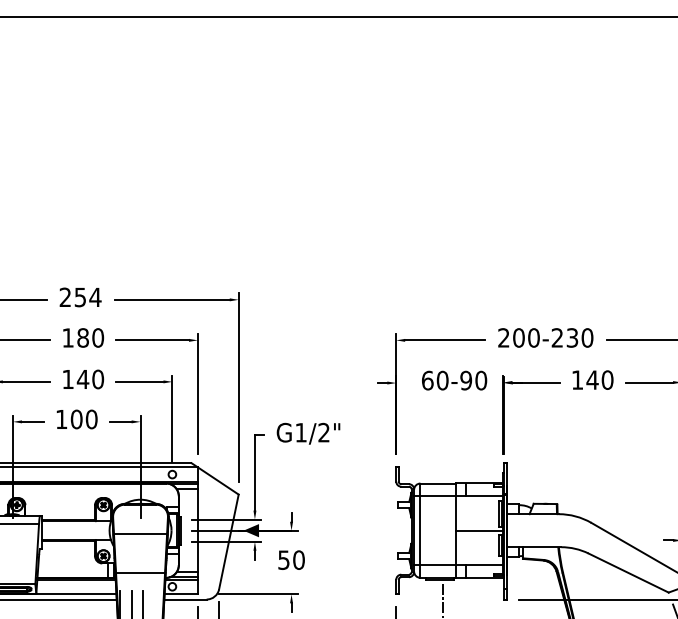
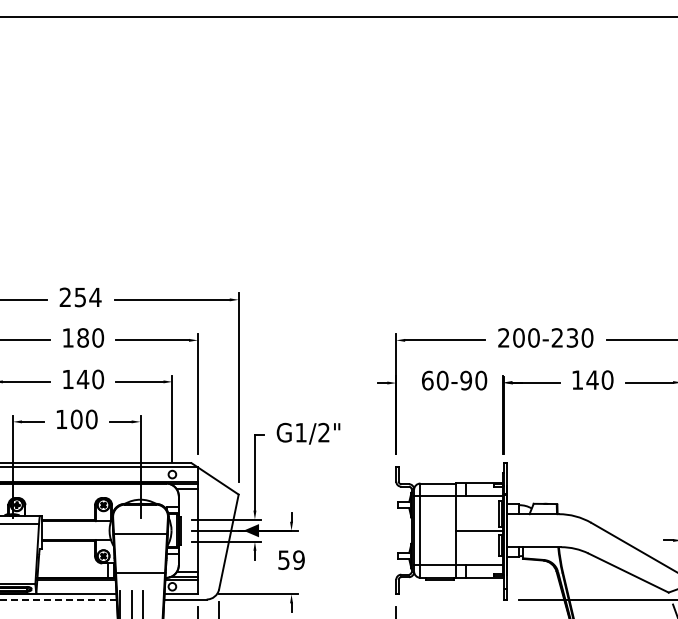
text at (298, 559): 50 -> 59
line at (58, 599): solid -> dashed
line at (443, 599): present -> none
